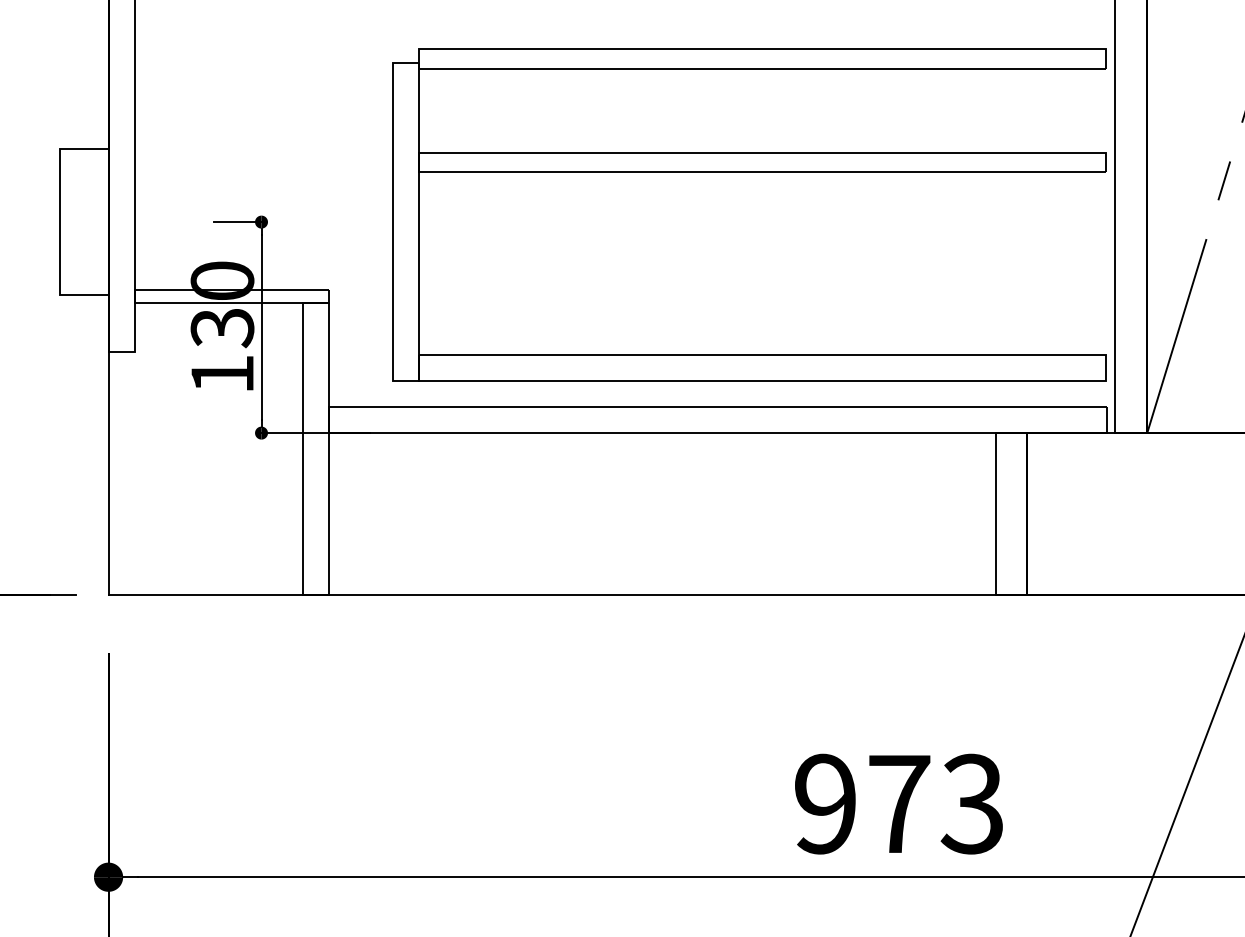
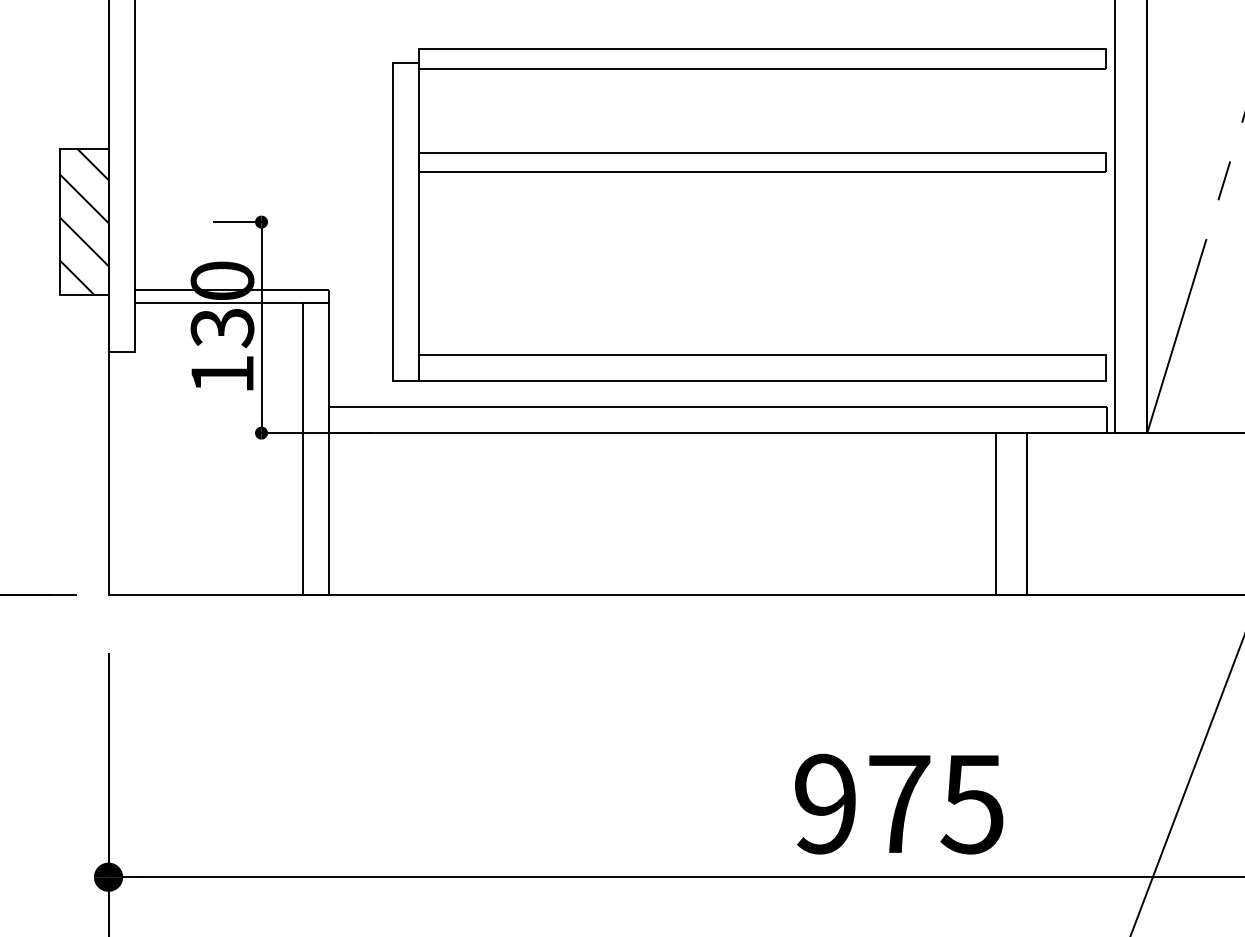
hatch at (83, 222): none -> present
text at (971, 803): 973 -> 975
